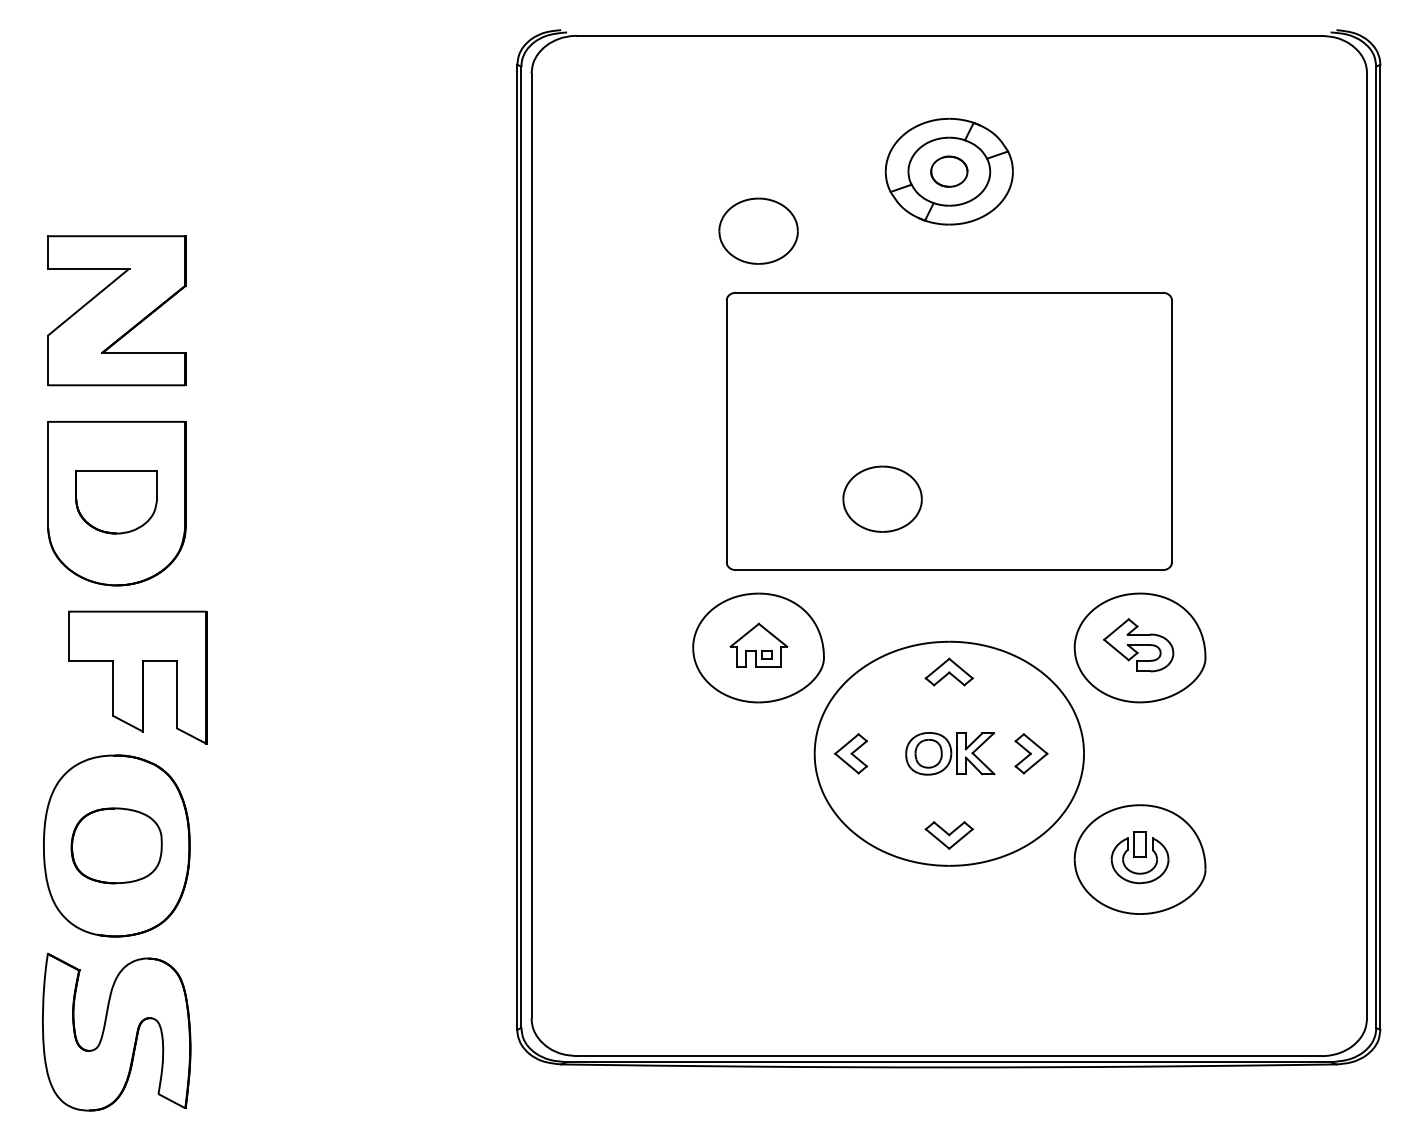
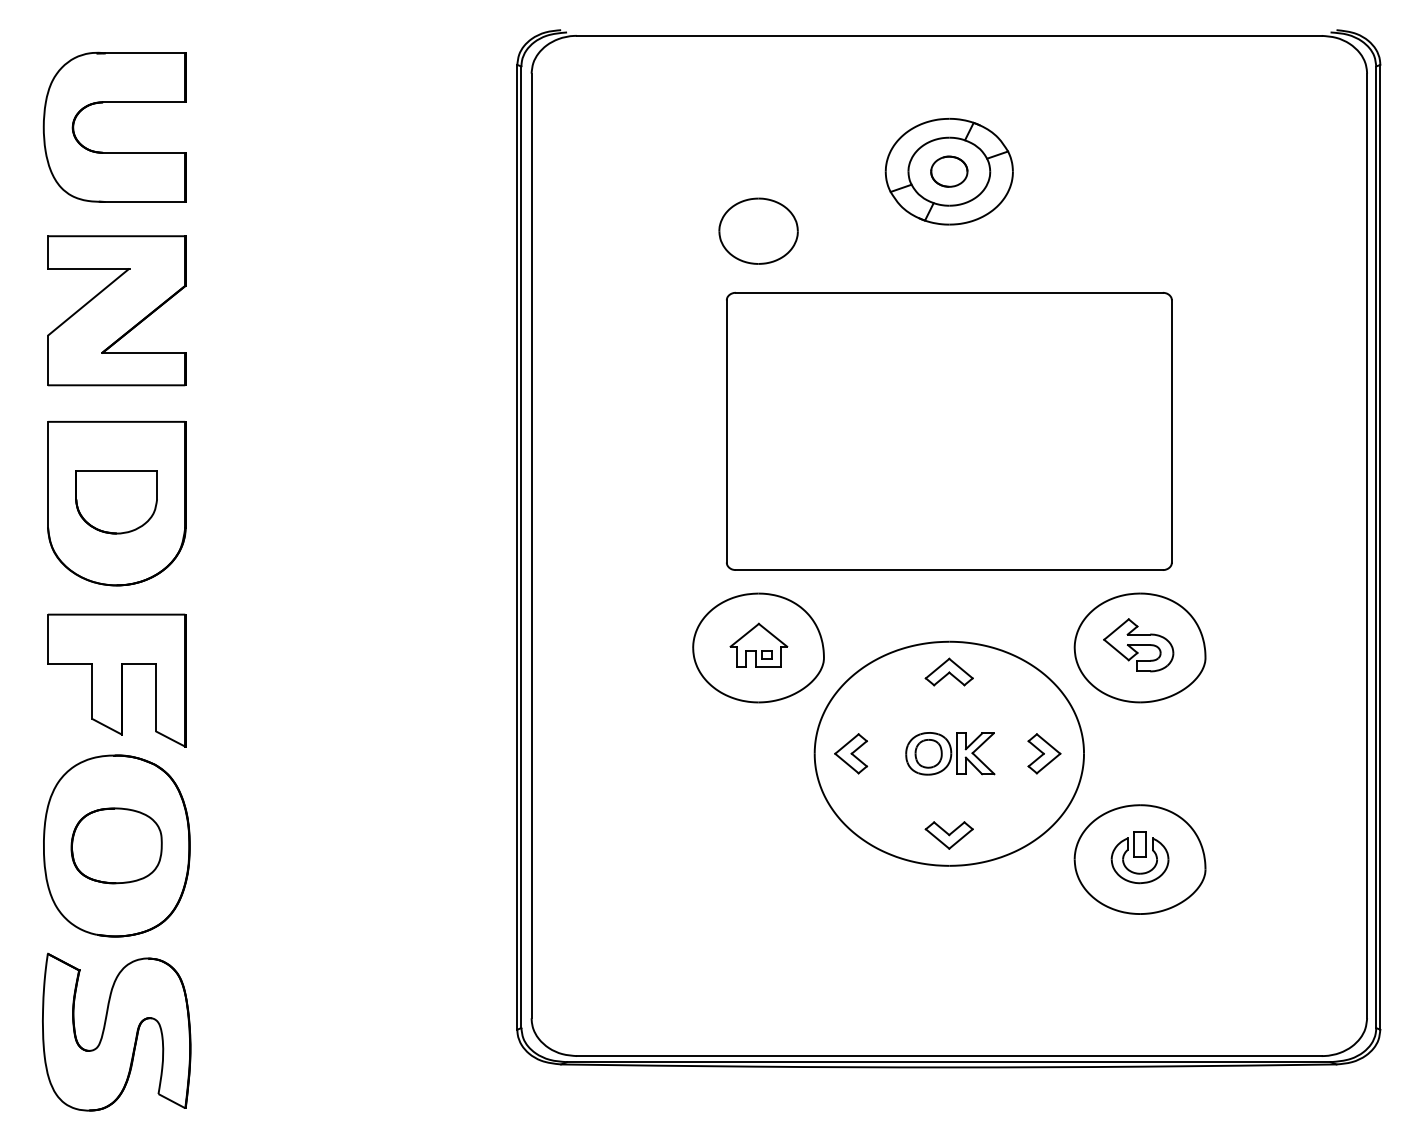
part at (114, 102): none -> present
part at (882, 498): present -> none
part at (137, 677) position: (137, 677) -> (116, 680)
part at (1031, 753) position: (1031, 753) -> (1044, 753)
